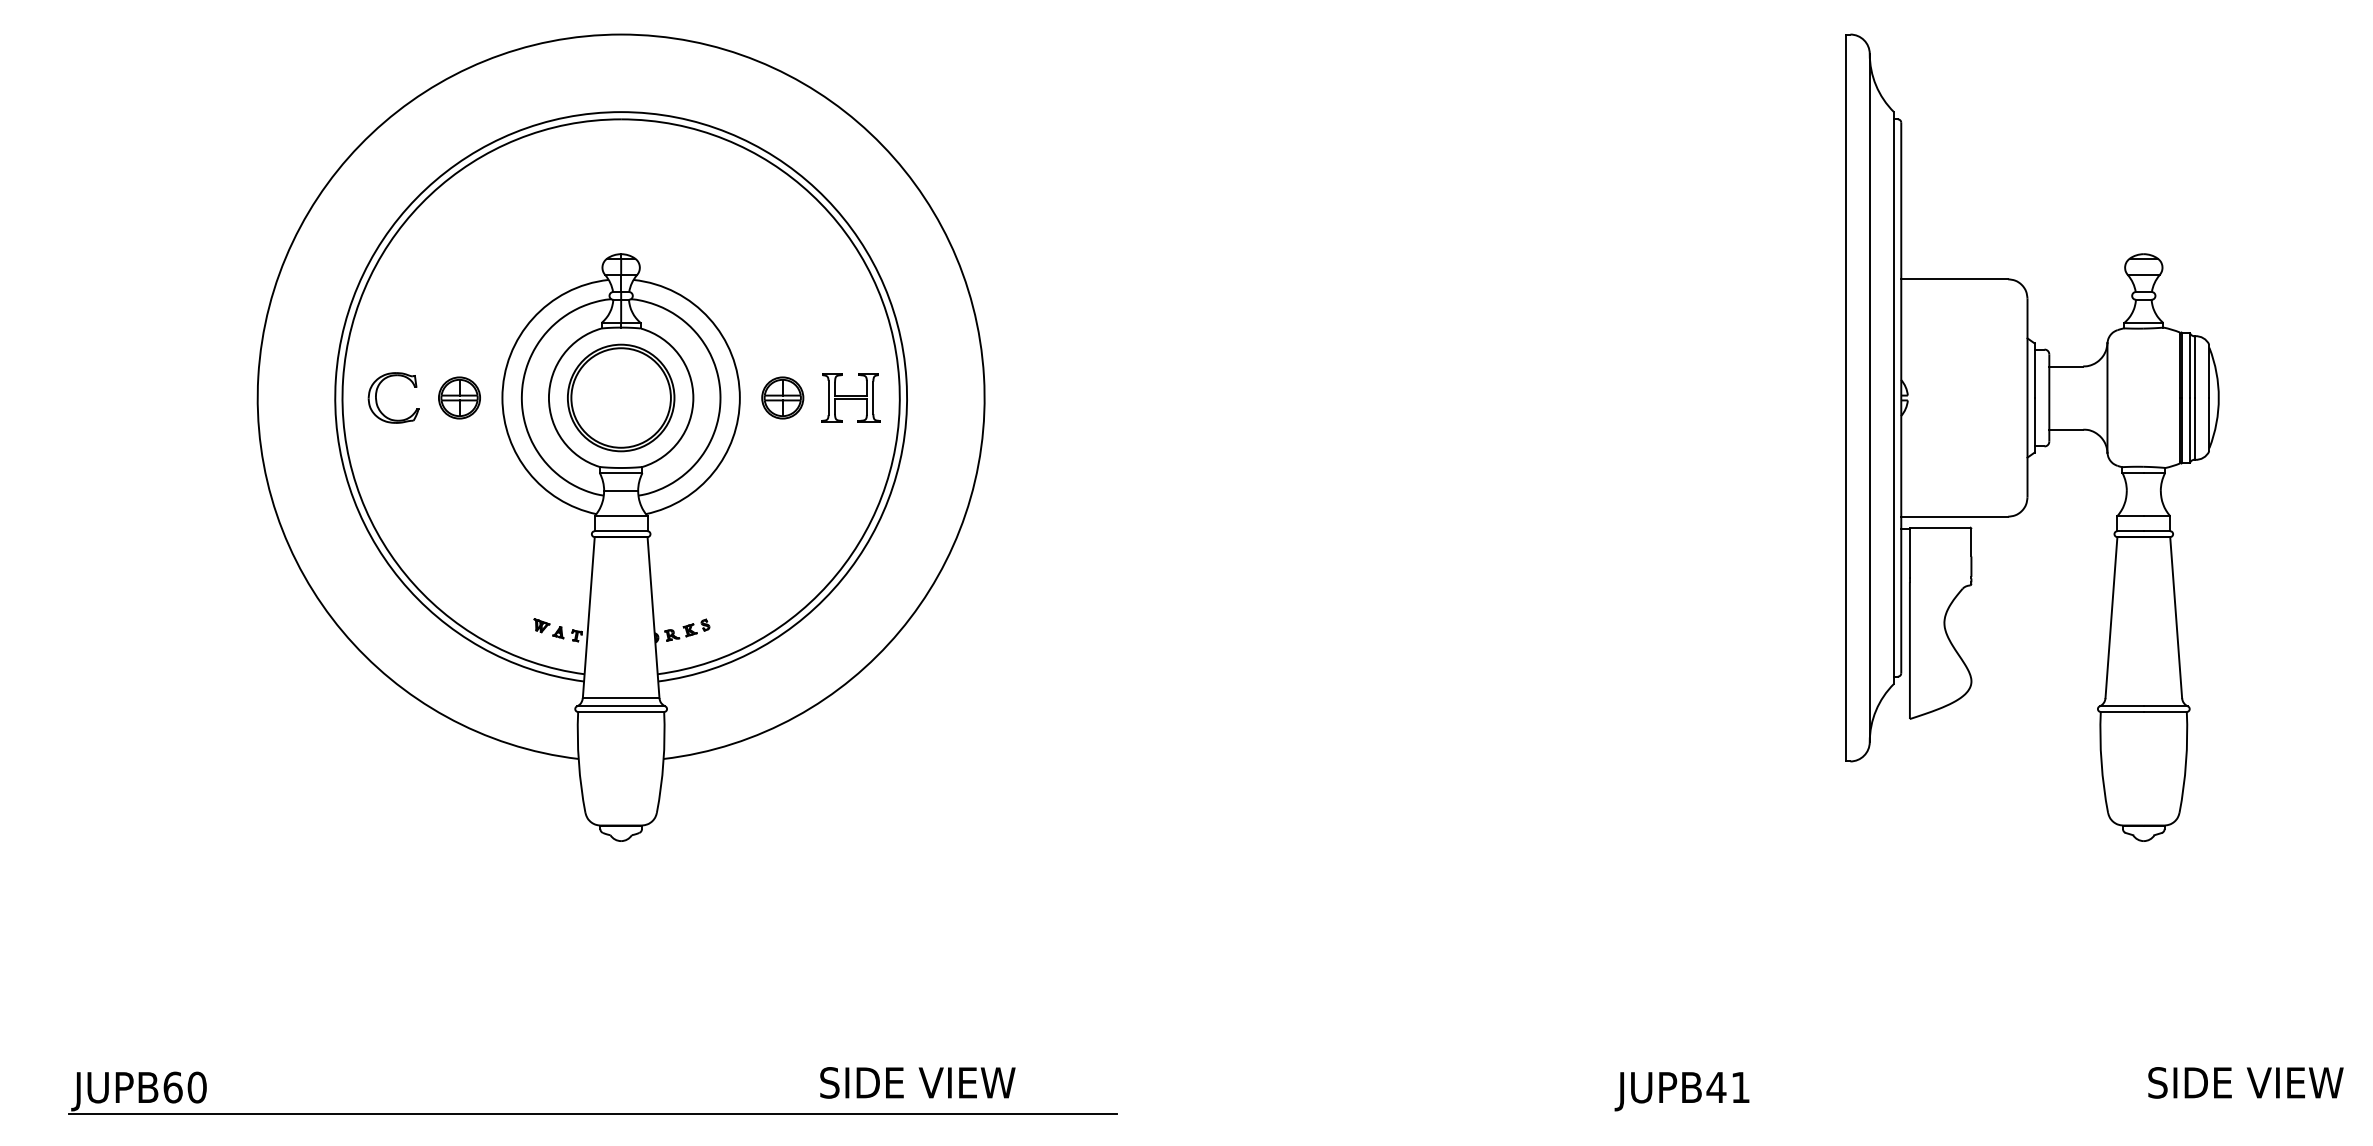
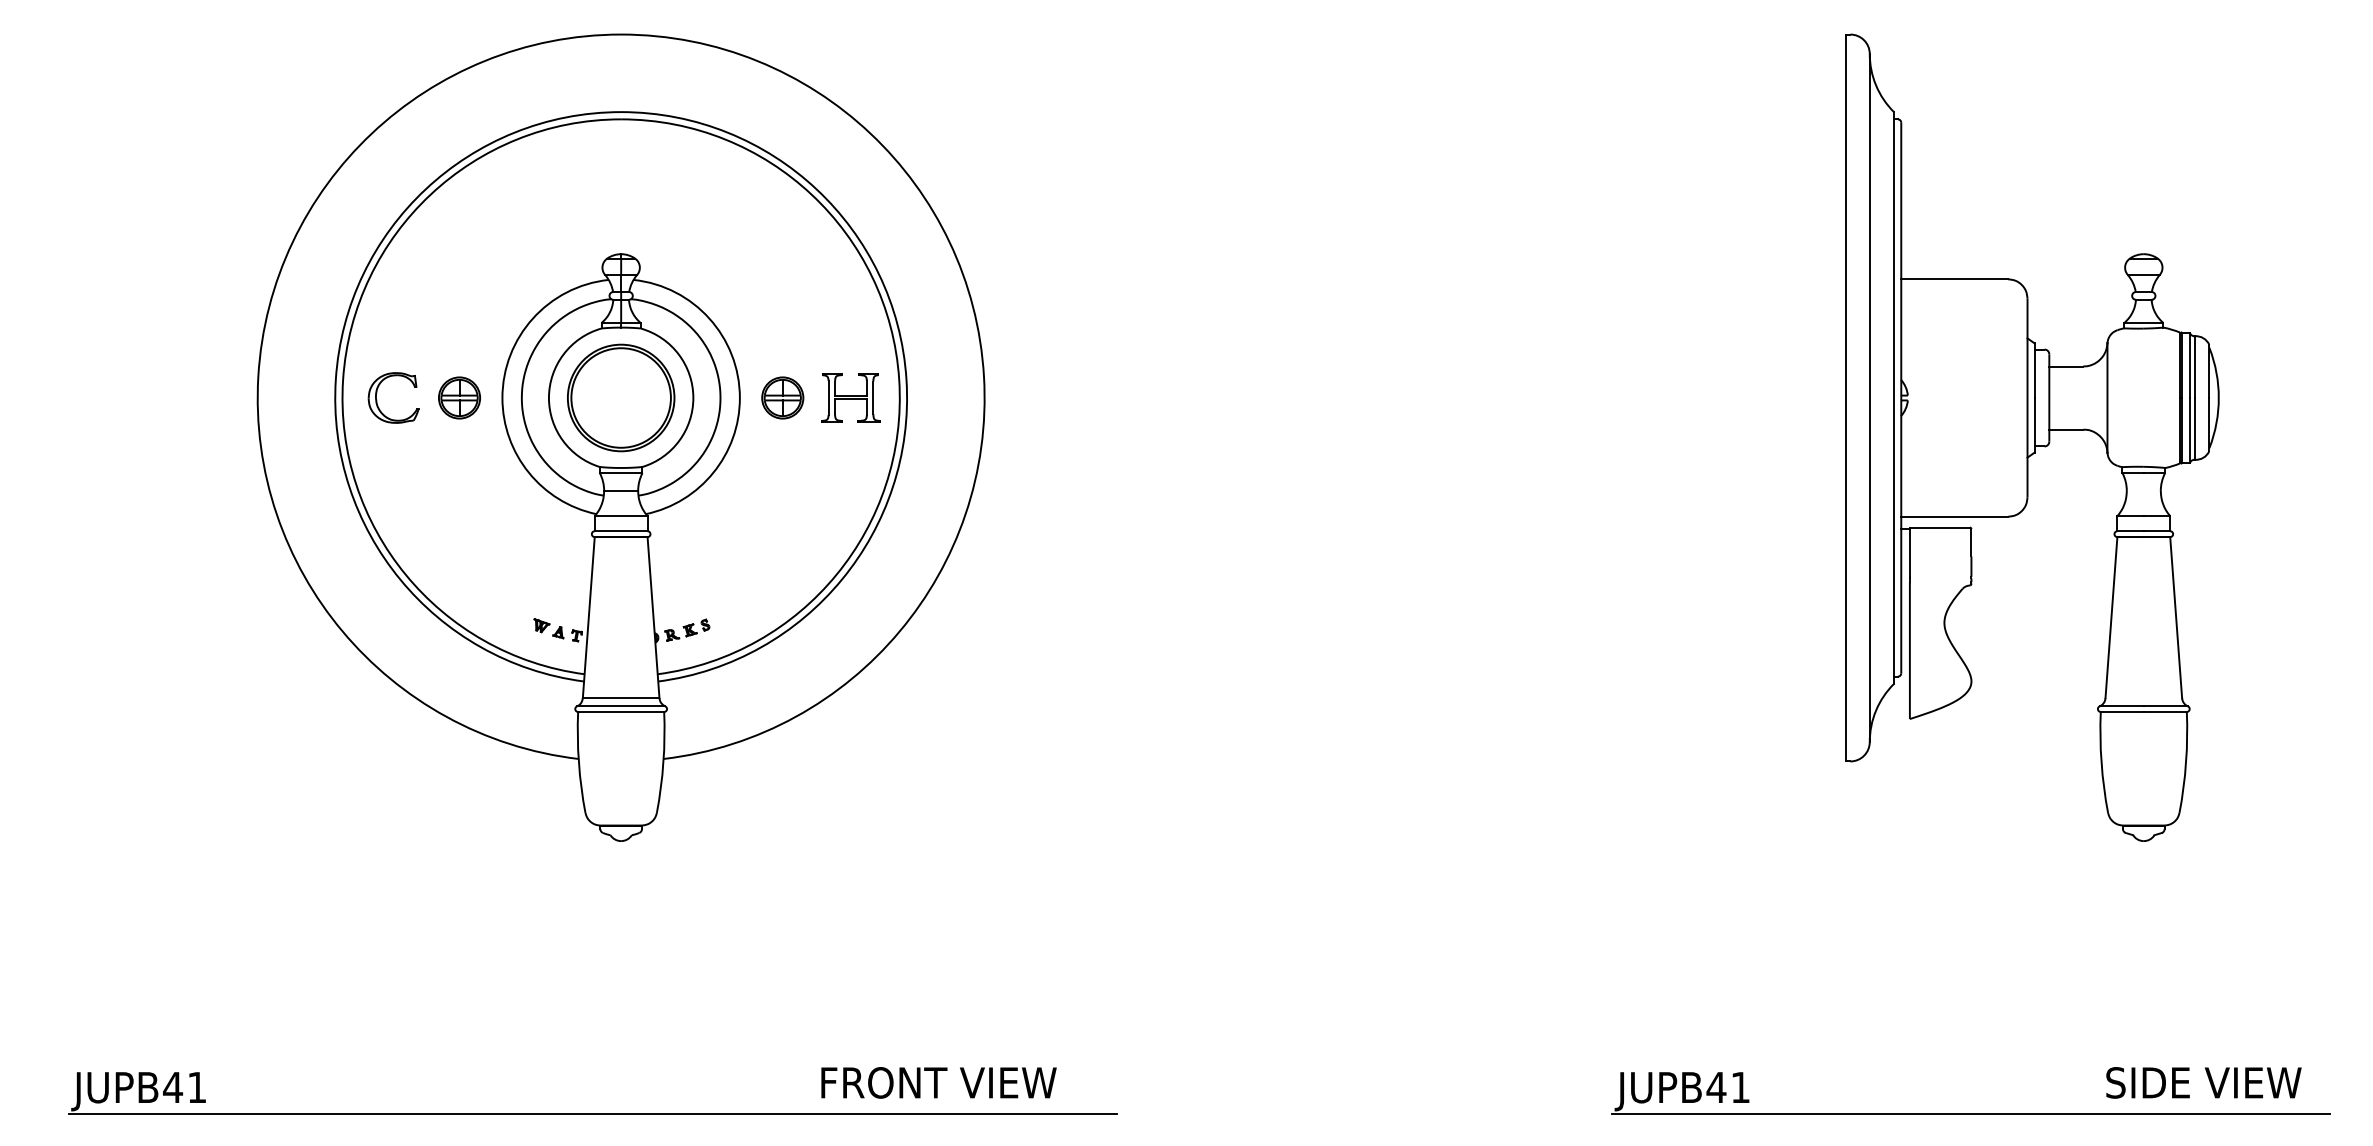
text at (938, 1082): SIDE VIEW -> FRONT VIEW
text at (2245, 1082) position: (2245, 1082) -> (2203, 1082)
text at (184, 1087): JUPB60 -> JUPB41
line at (1970, 1113): none -> present
